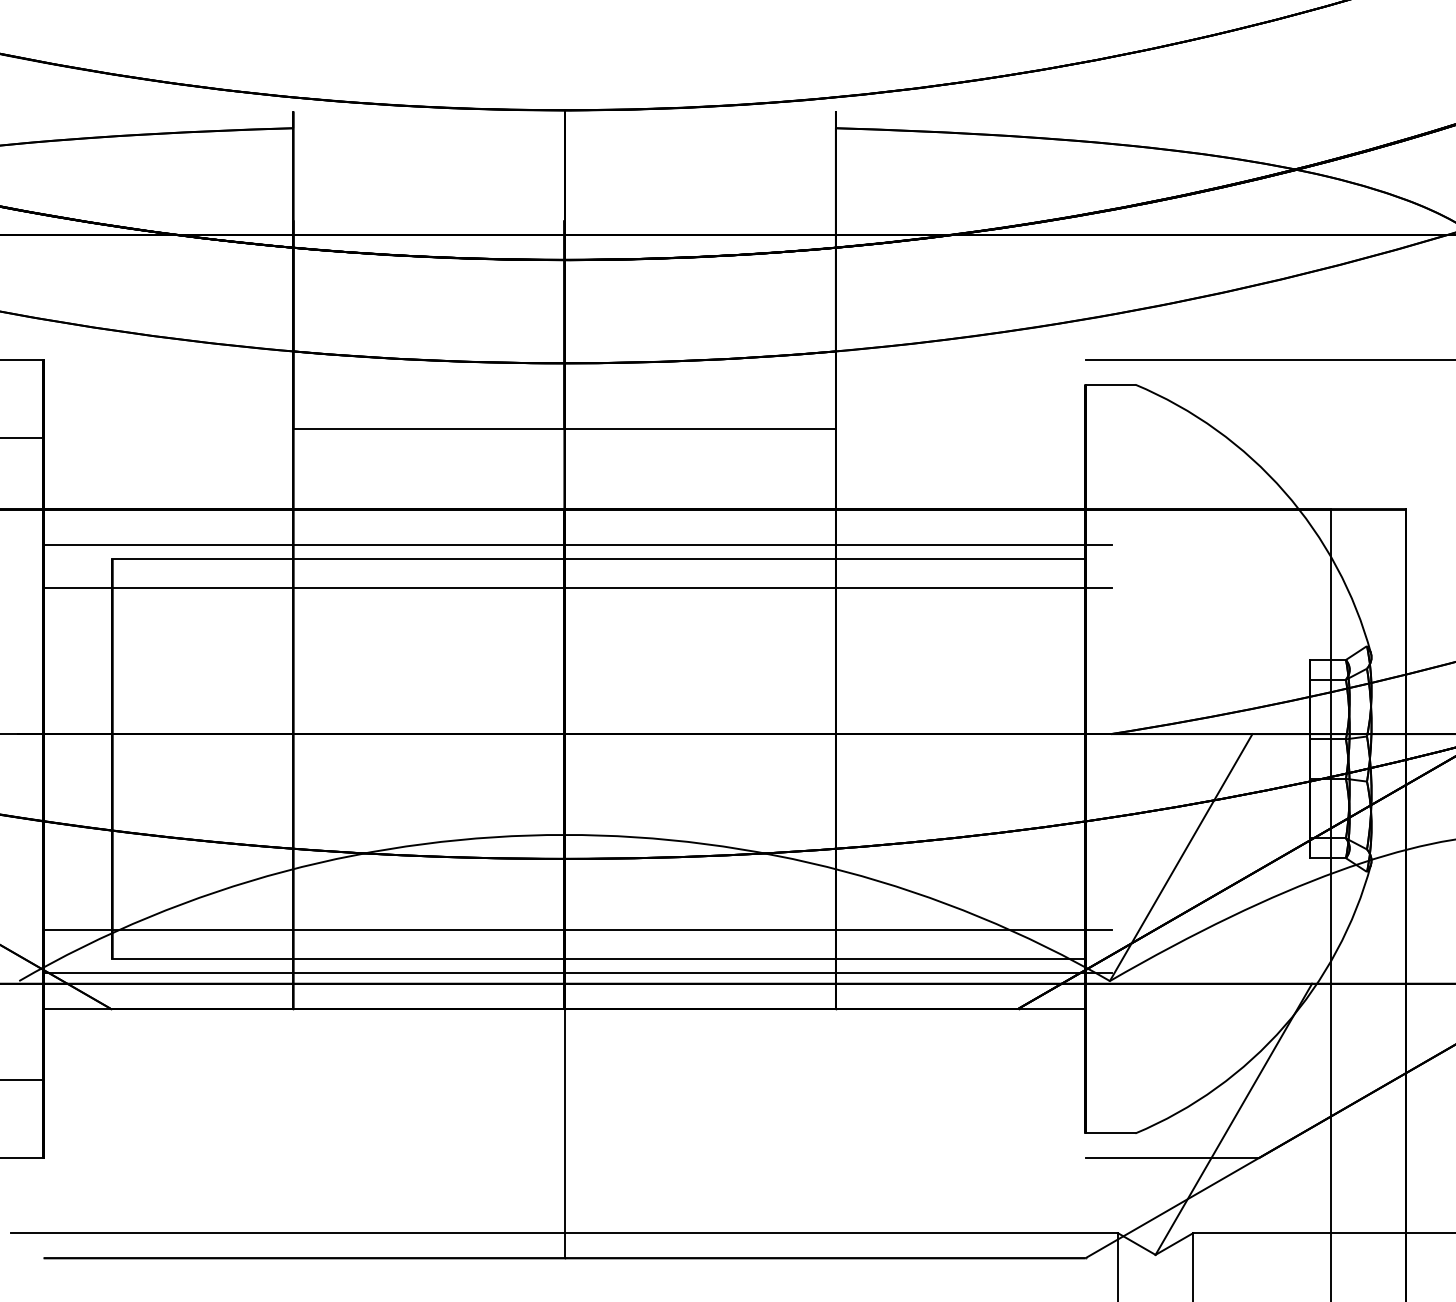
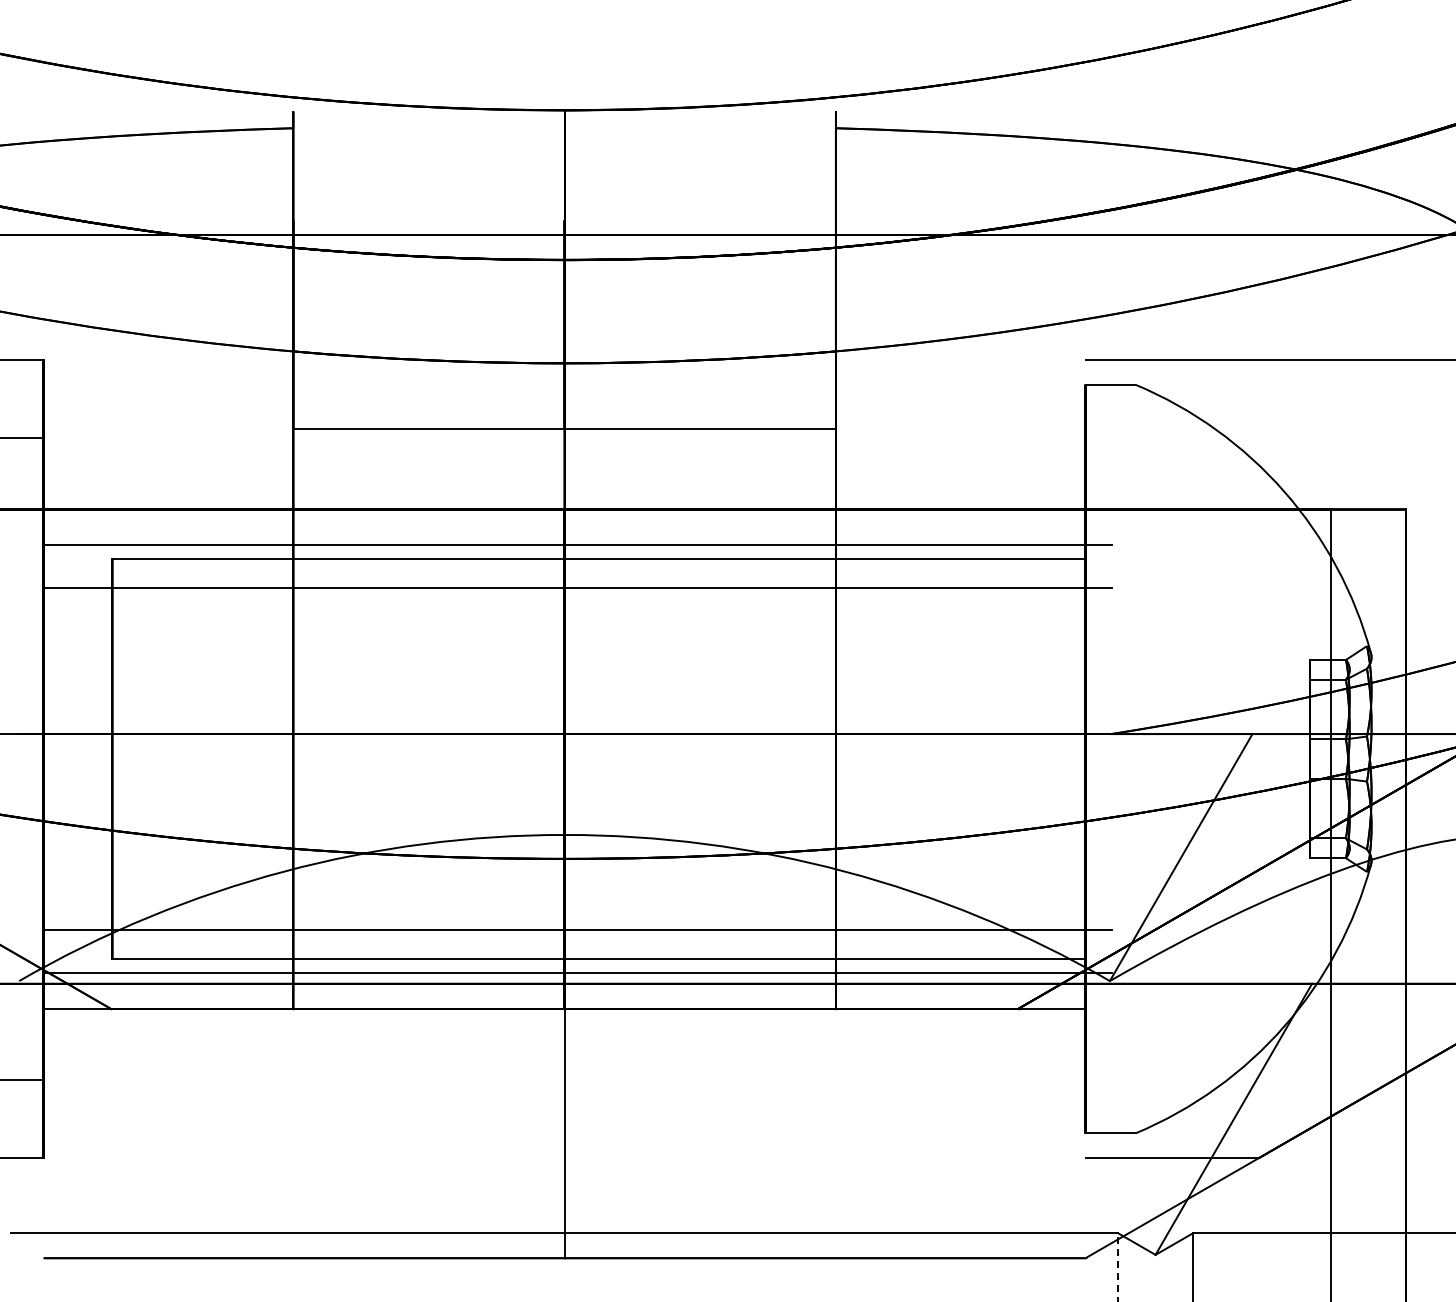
line at (1118, 1267): solid -> dashed
